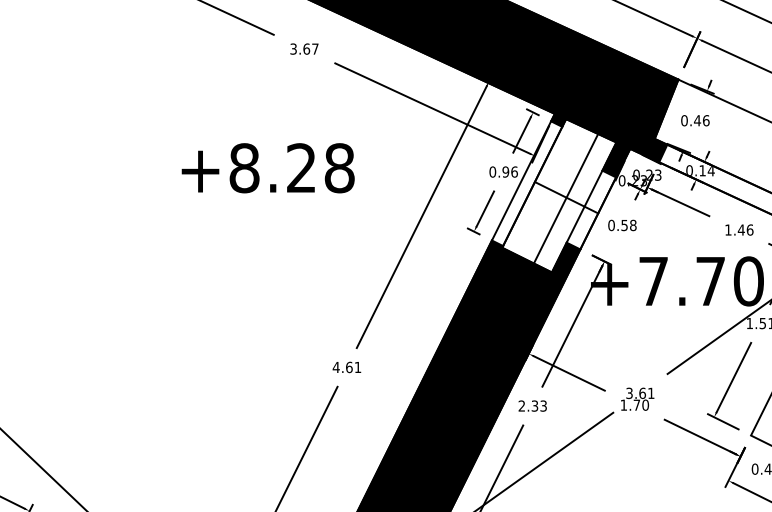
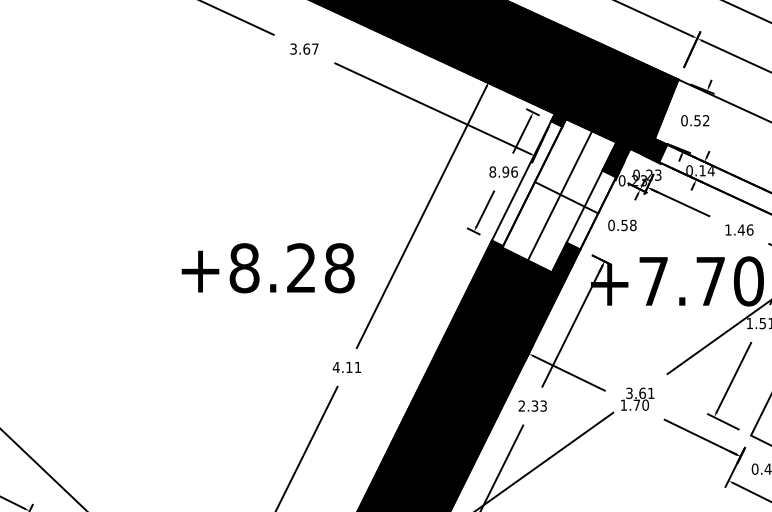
text at (701, 120): 0.46 -> 0.52
text at (267, 168) position: (267, 168) -> (267, 268)
text at (492, 171): 0.96 -> 8.96
line at (565, 198) position: (565, 198) -> (559, 195)
text at (349, 367): 4.61 -> 4.11
